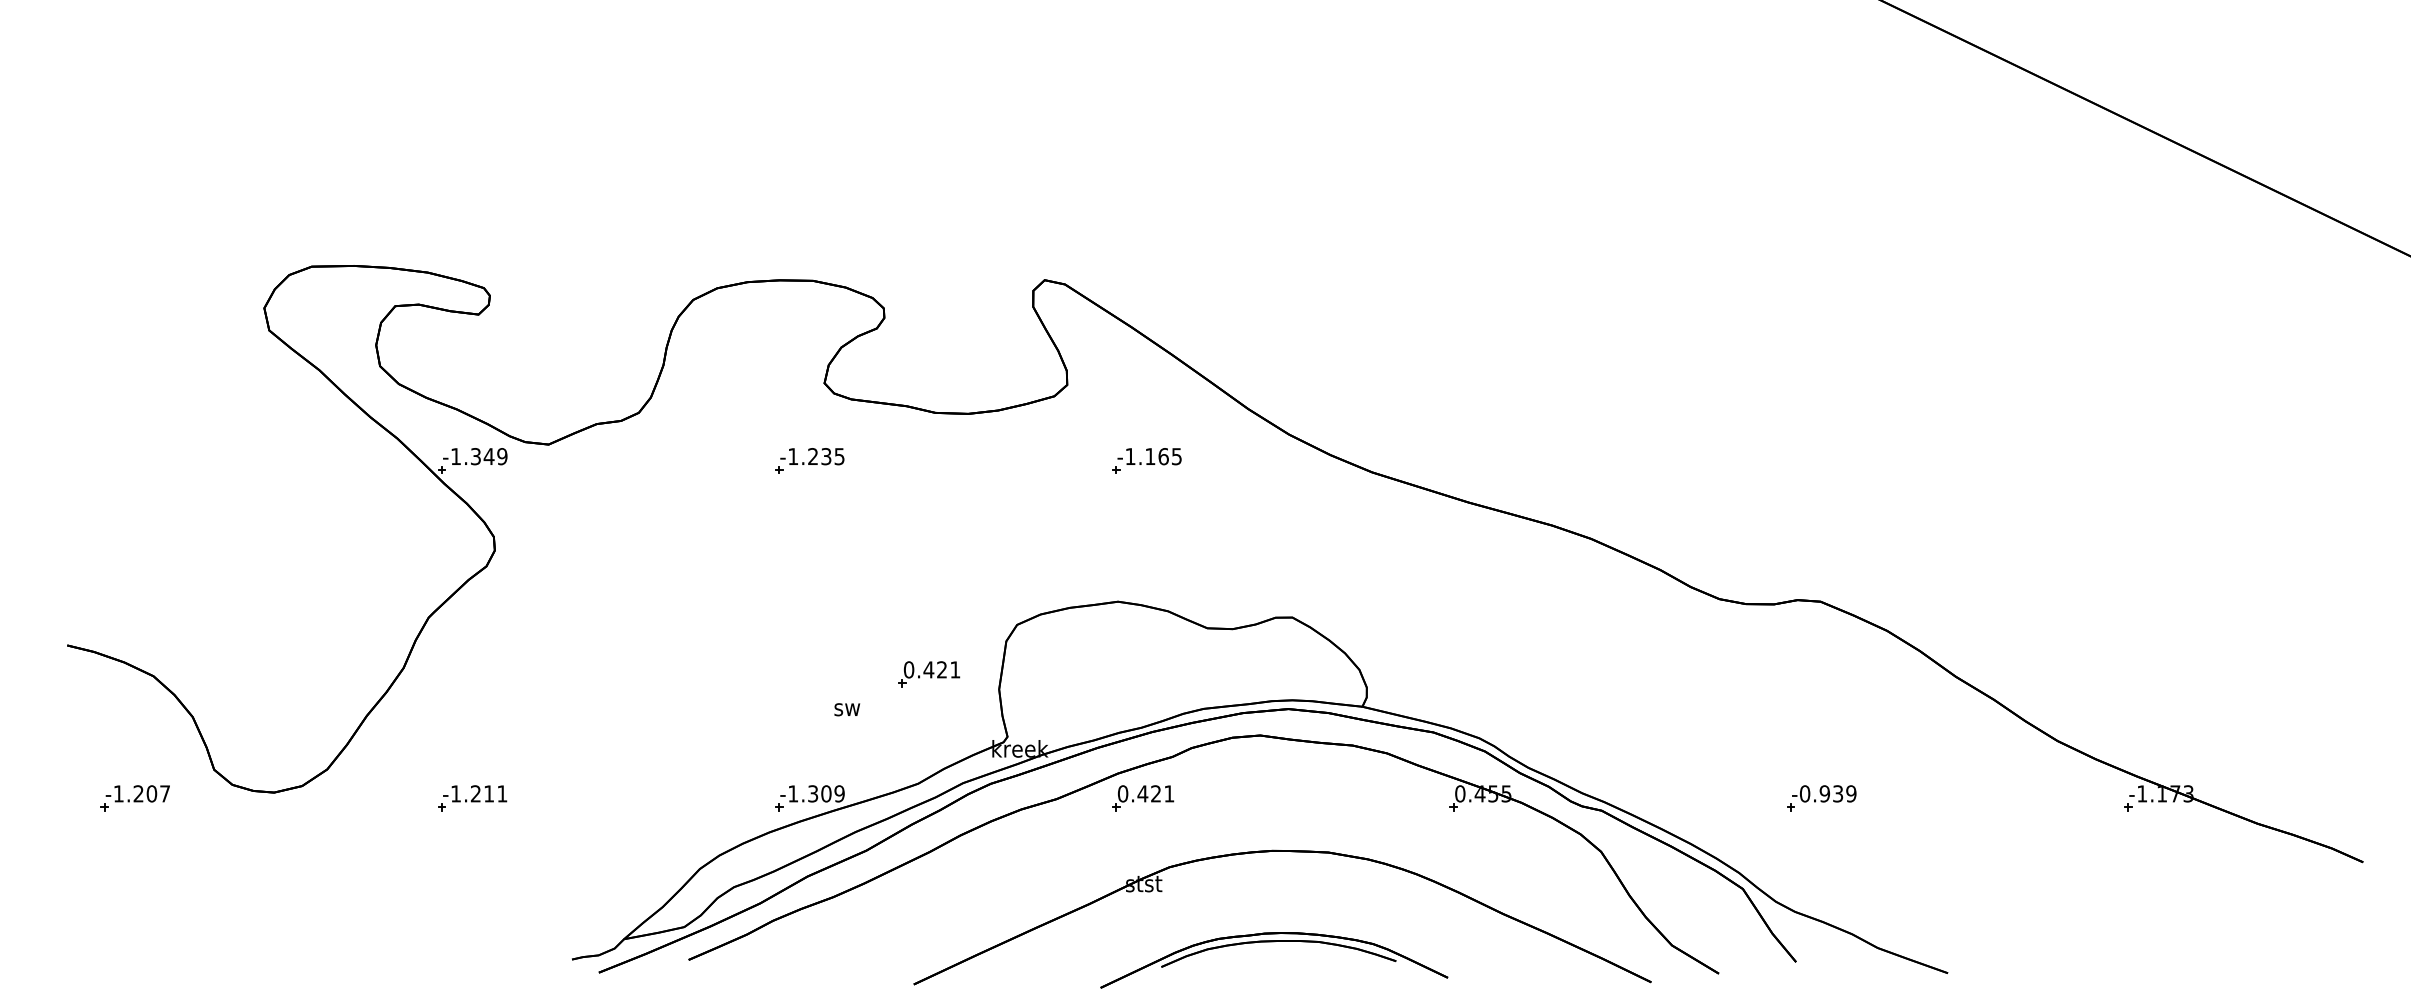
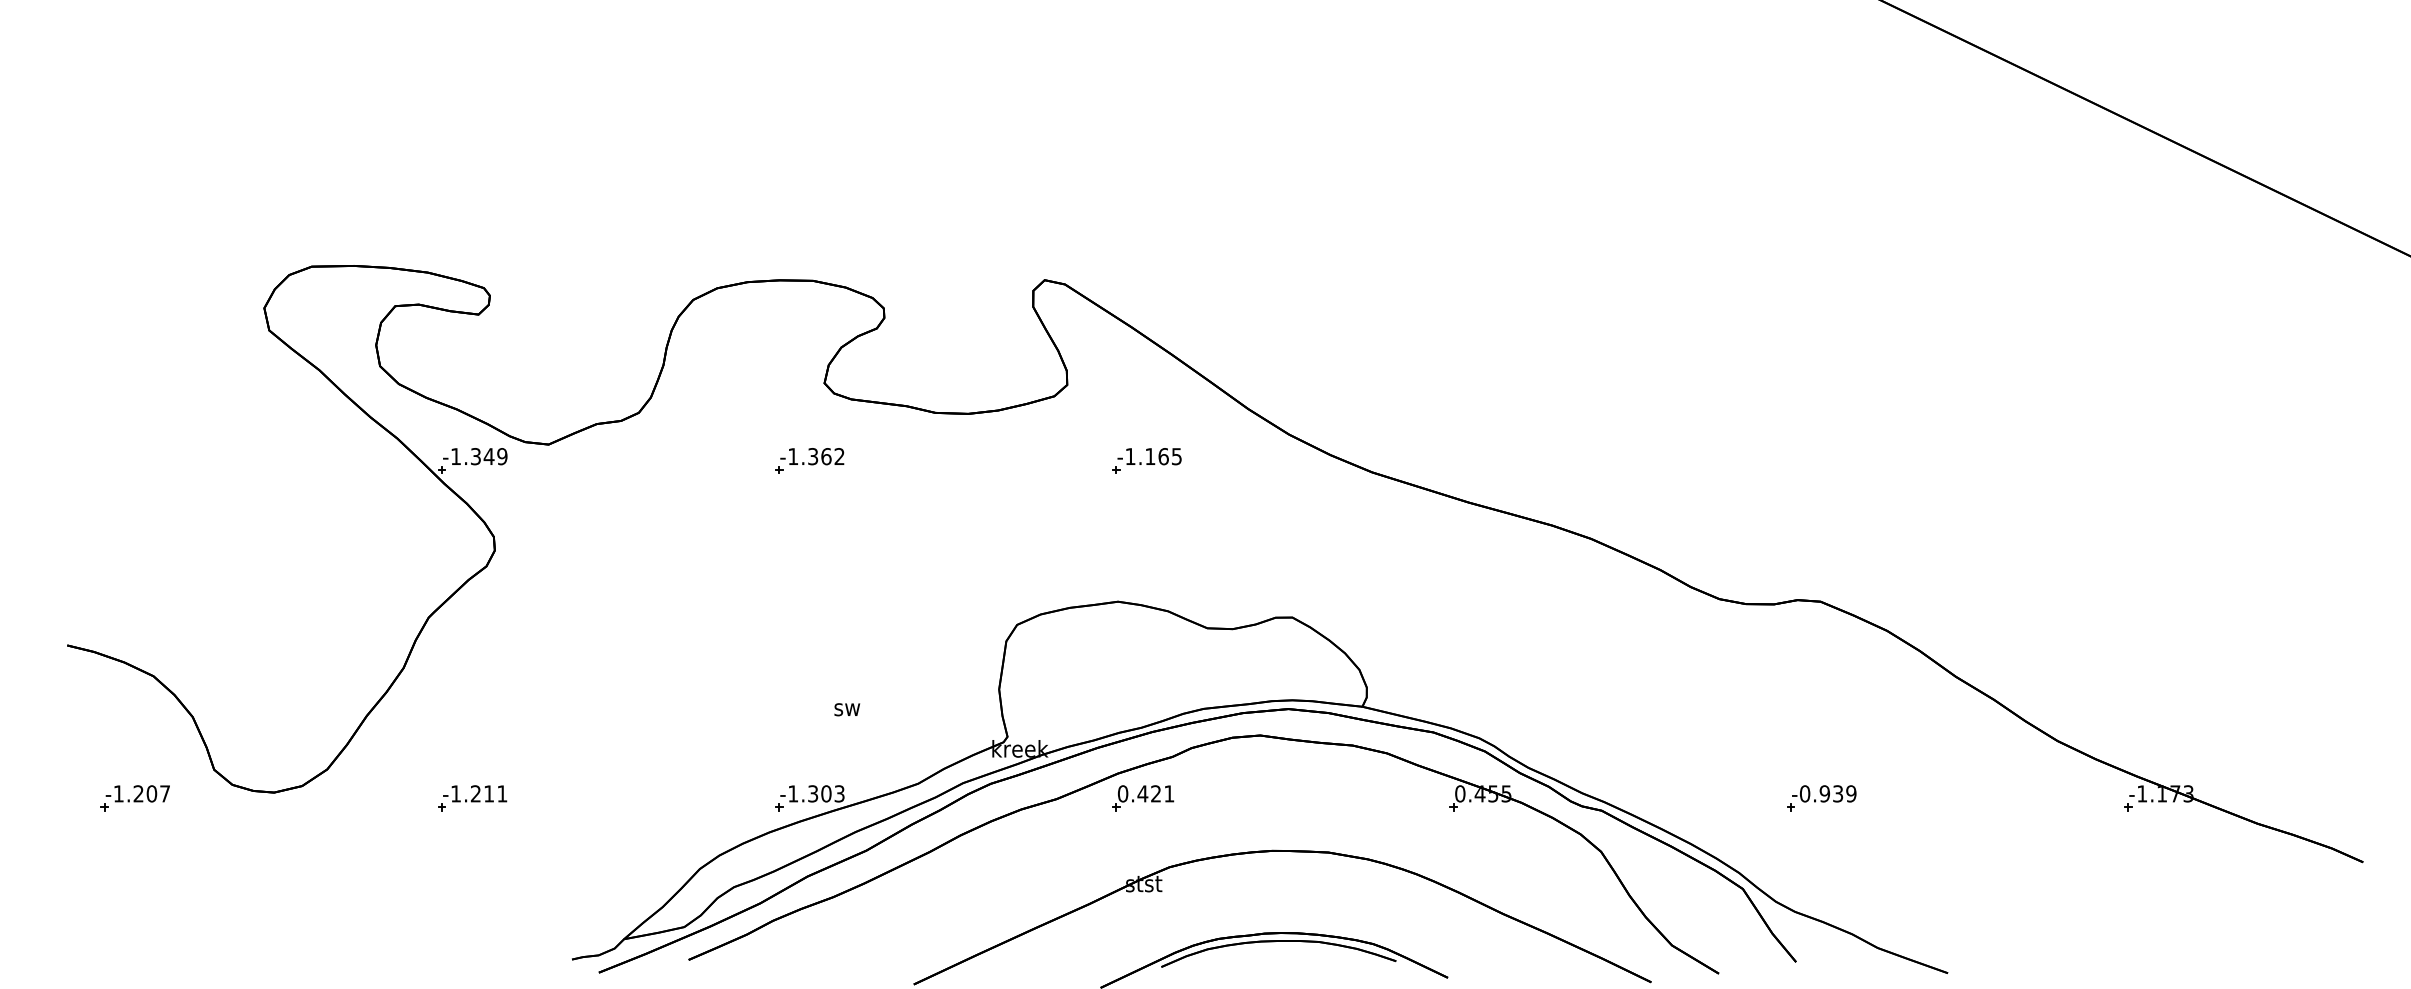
text at (826, 456): -1.235 -> -1.362
part at (929, 674): present -> none
text at (839, 793): -1.309 -> -1.303
